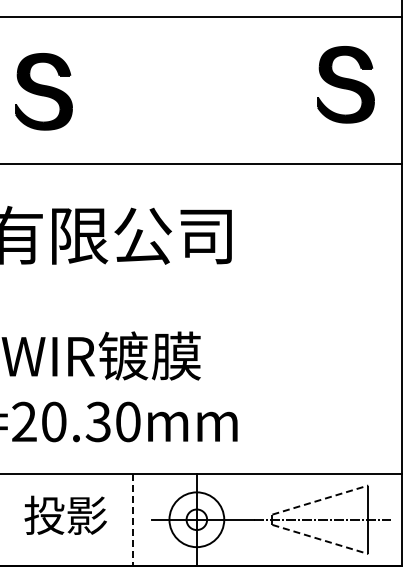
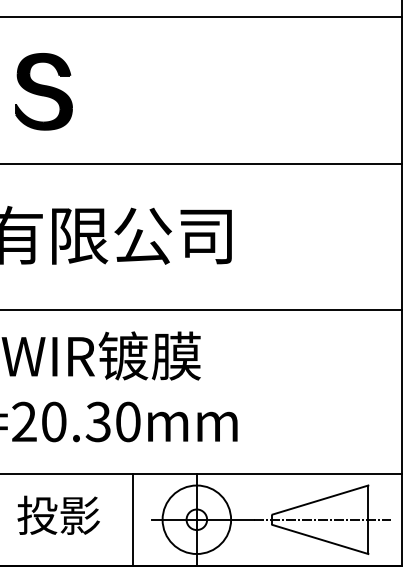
part at (345, 84): present -> none
line at (201, 309): none -> present
line at (320, 499): dashed -> solid
text at (65, 514) position: (65, 514) -> (58, 514)
line at (132, 519): dashed -> solid
circle at (196, 519) diameter: 55 px -> 68 px
line at (320, 539): dashed -> solid
